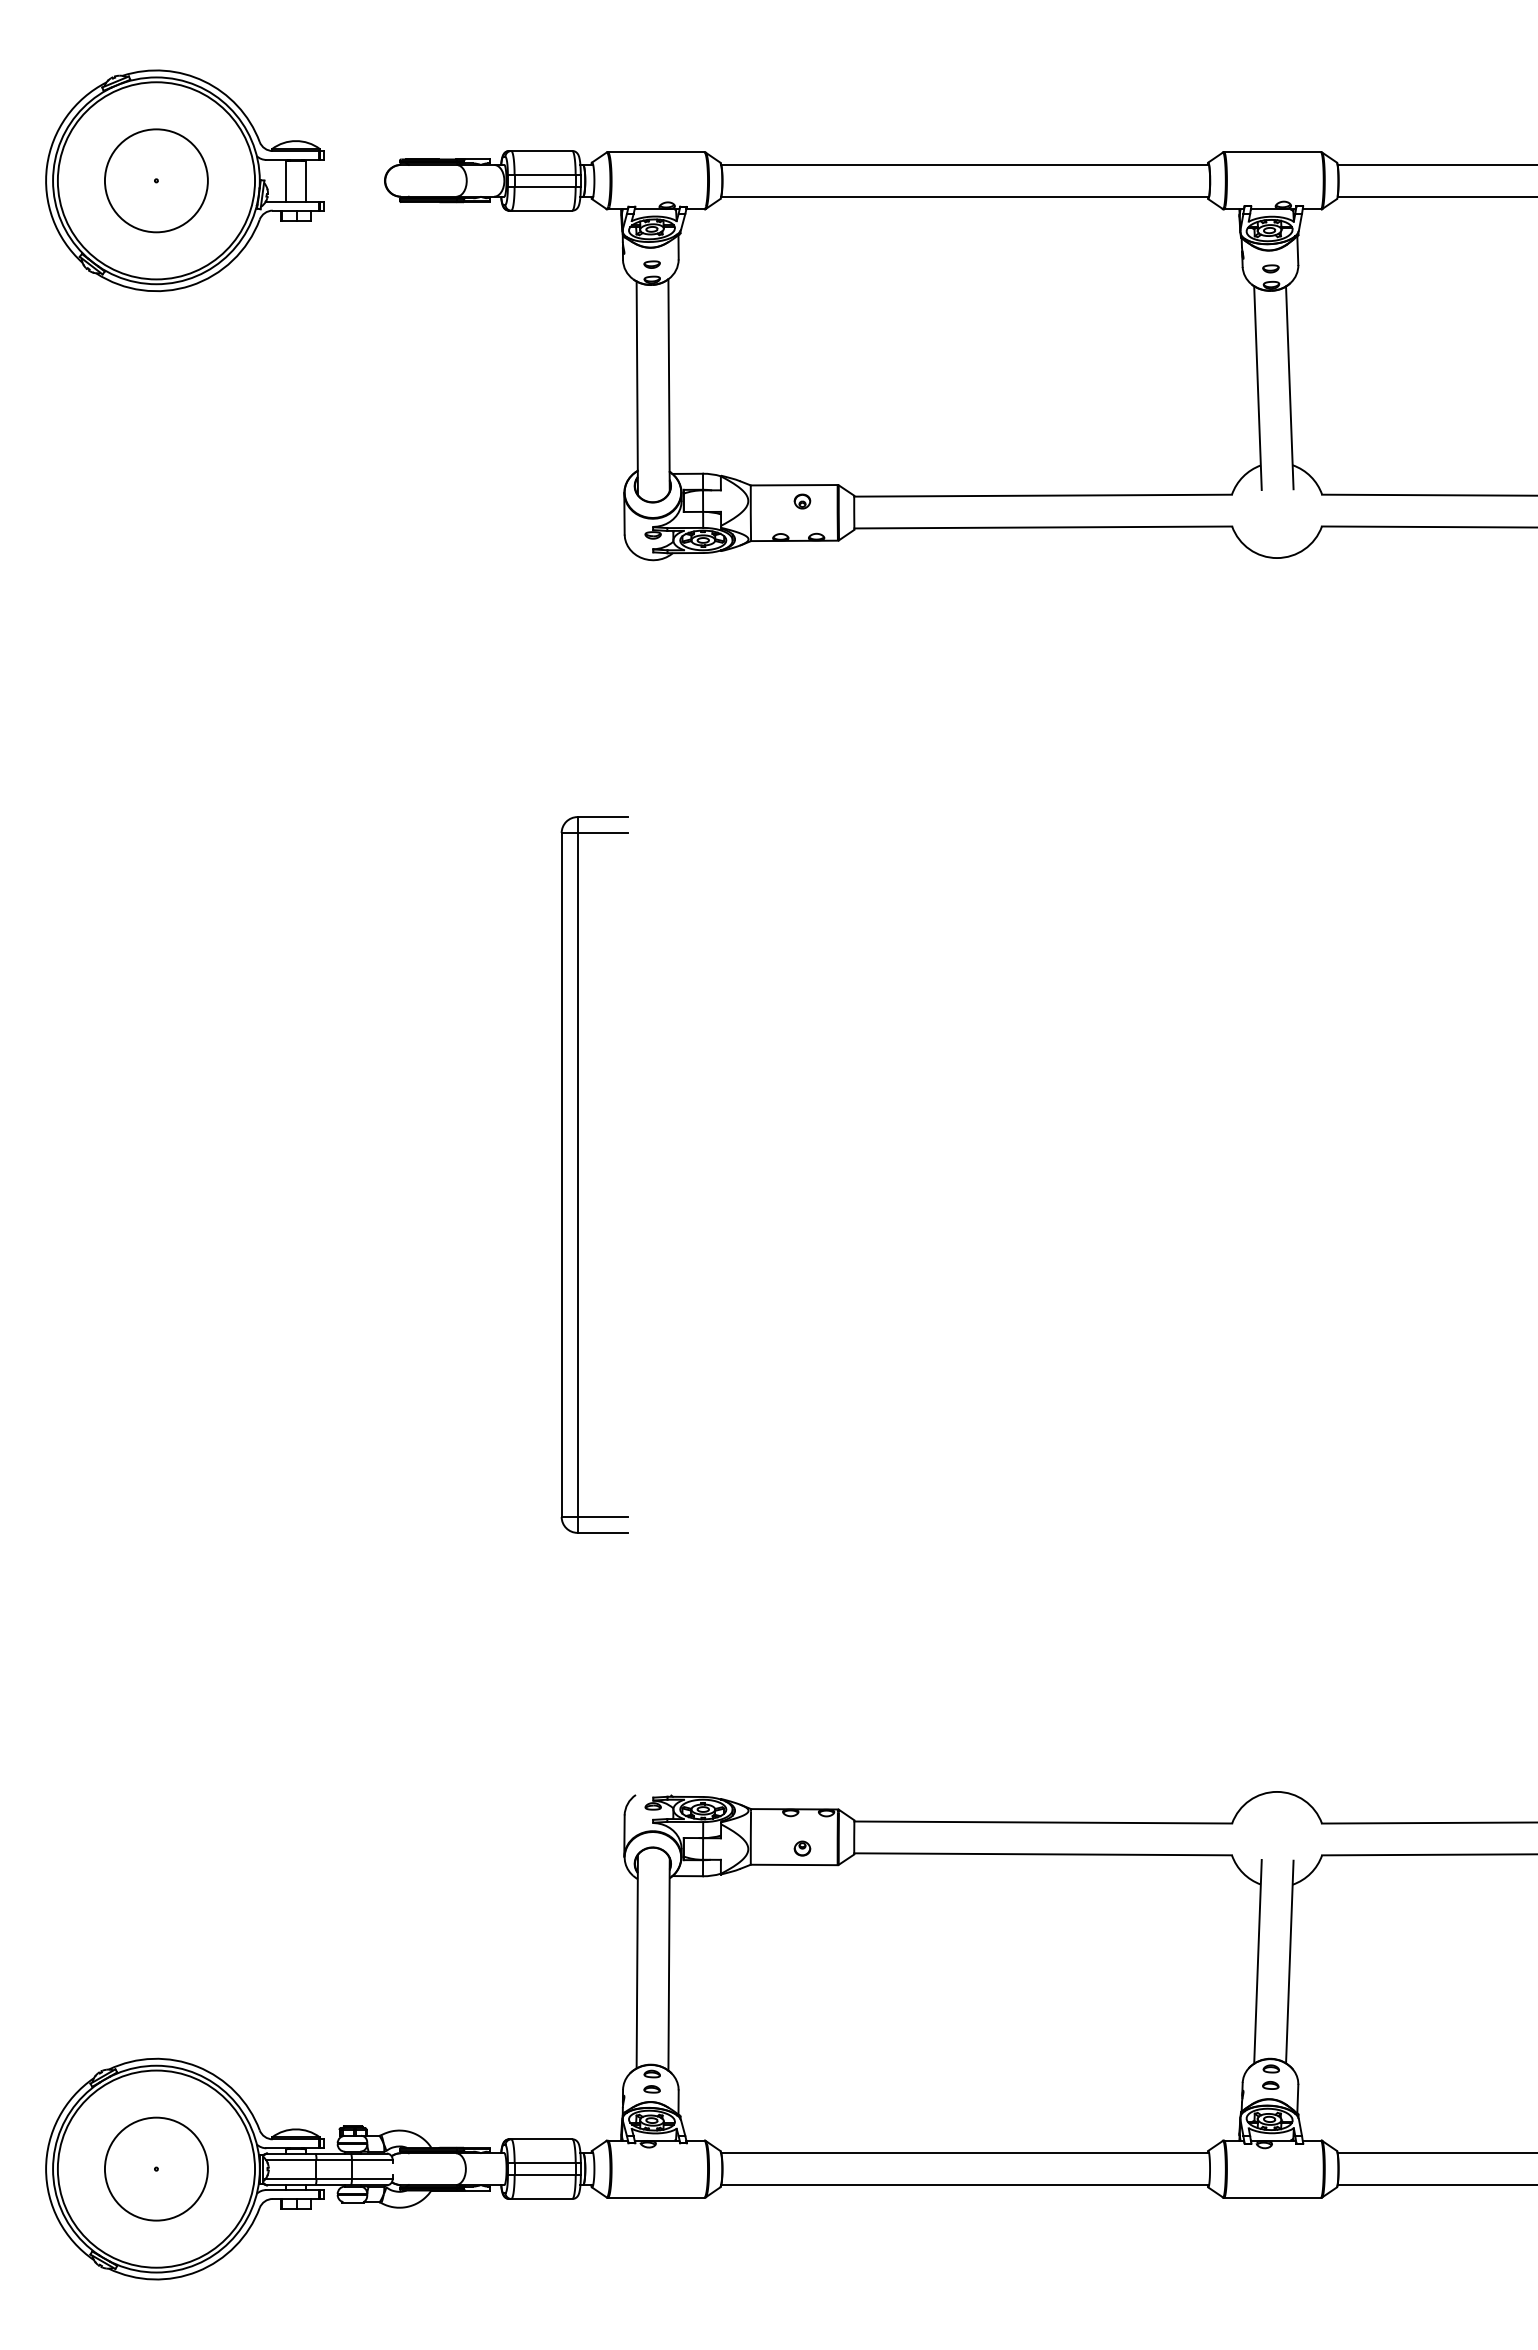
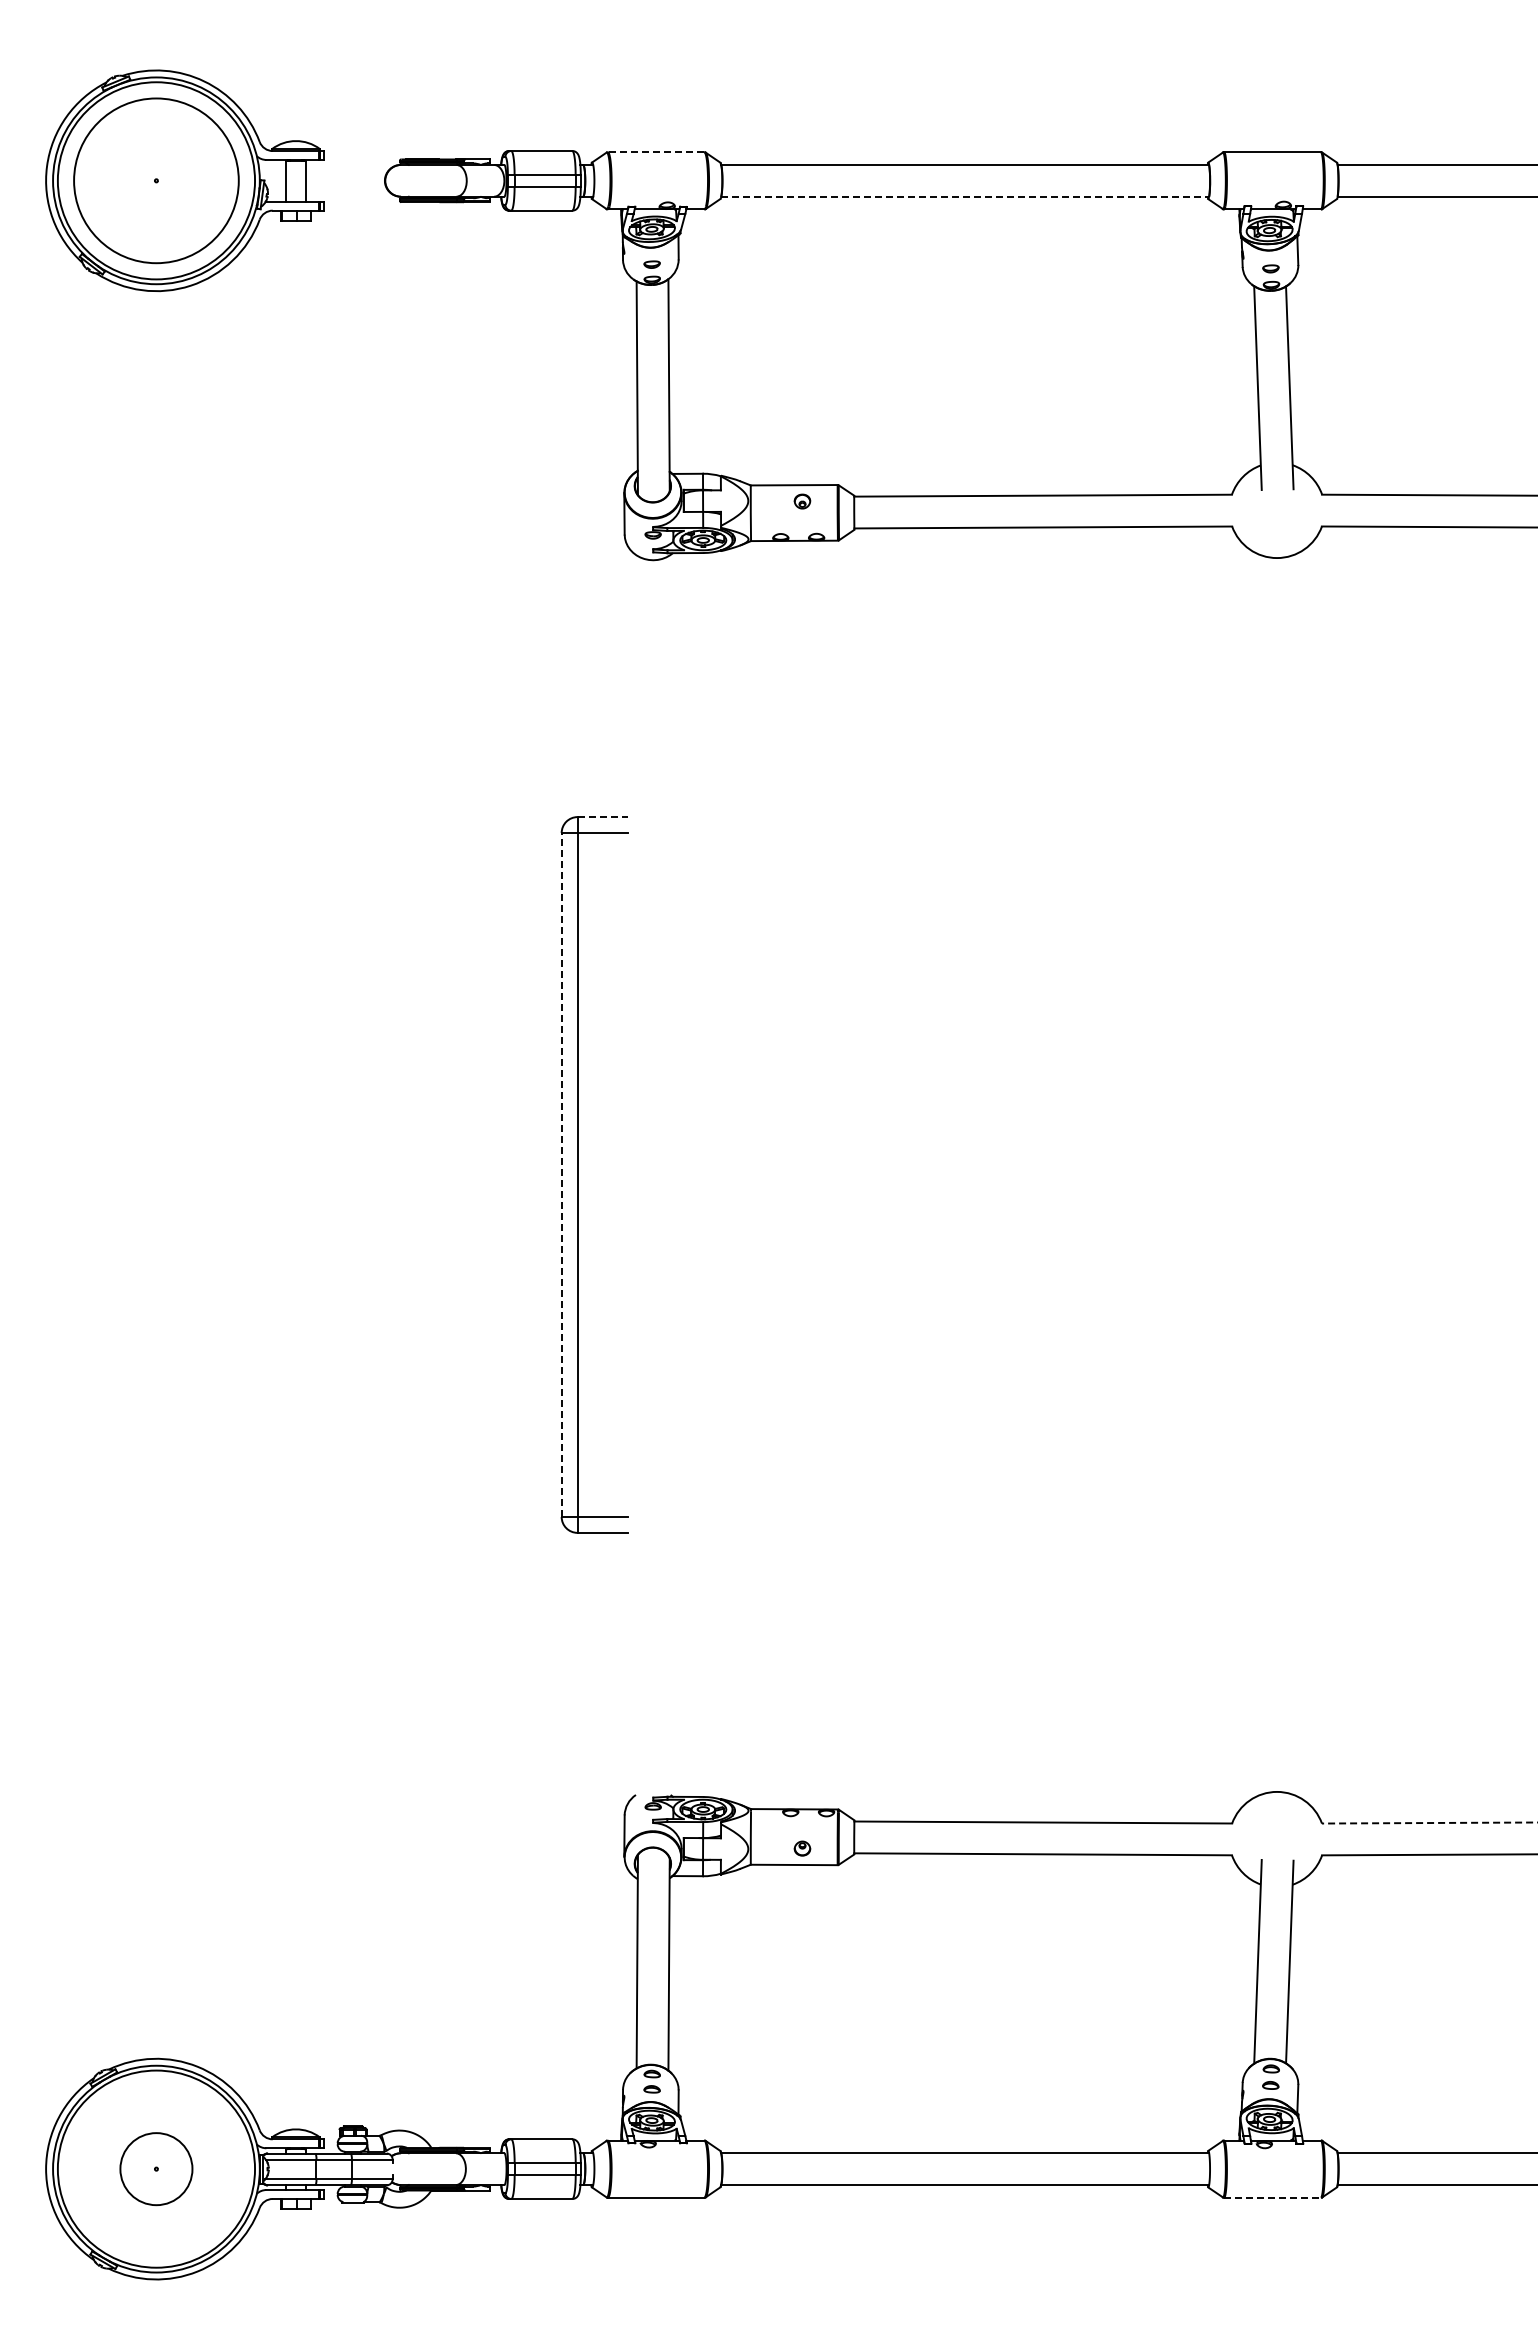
line at (655, 152): solid -> dashed
circle at (155, 180) diameter: 103 px -> 165 px
line at (965, 196): solid -> dashed
line at (603, 817): solid -> dashed
line at (561, 1175): solid -> dashed
line at (1429, 1823): solid -> dashed
circle at (155, 2168) diameter: 103 px -> 72 px
line at (1273, 2197): solid -> dashed
